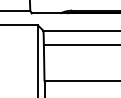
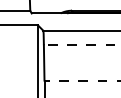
line at (81, 45): solid -> dashed
line at (82, 80): solid -> dashed
